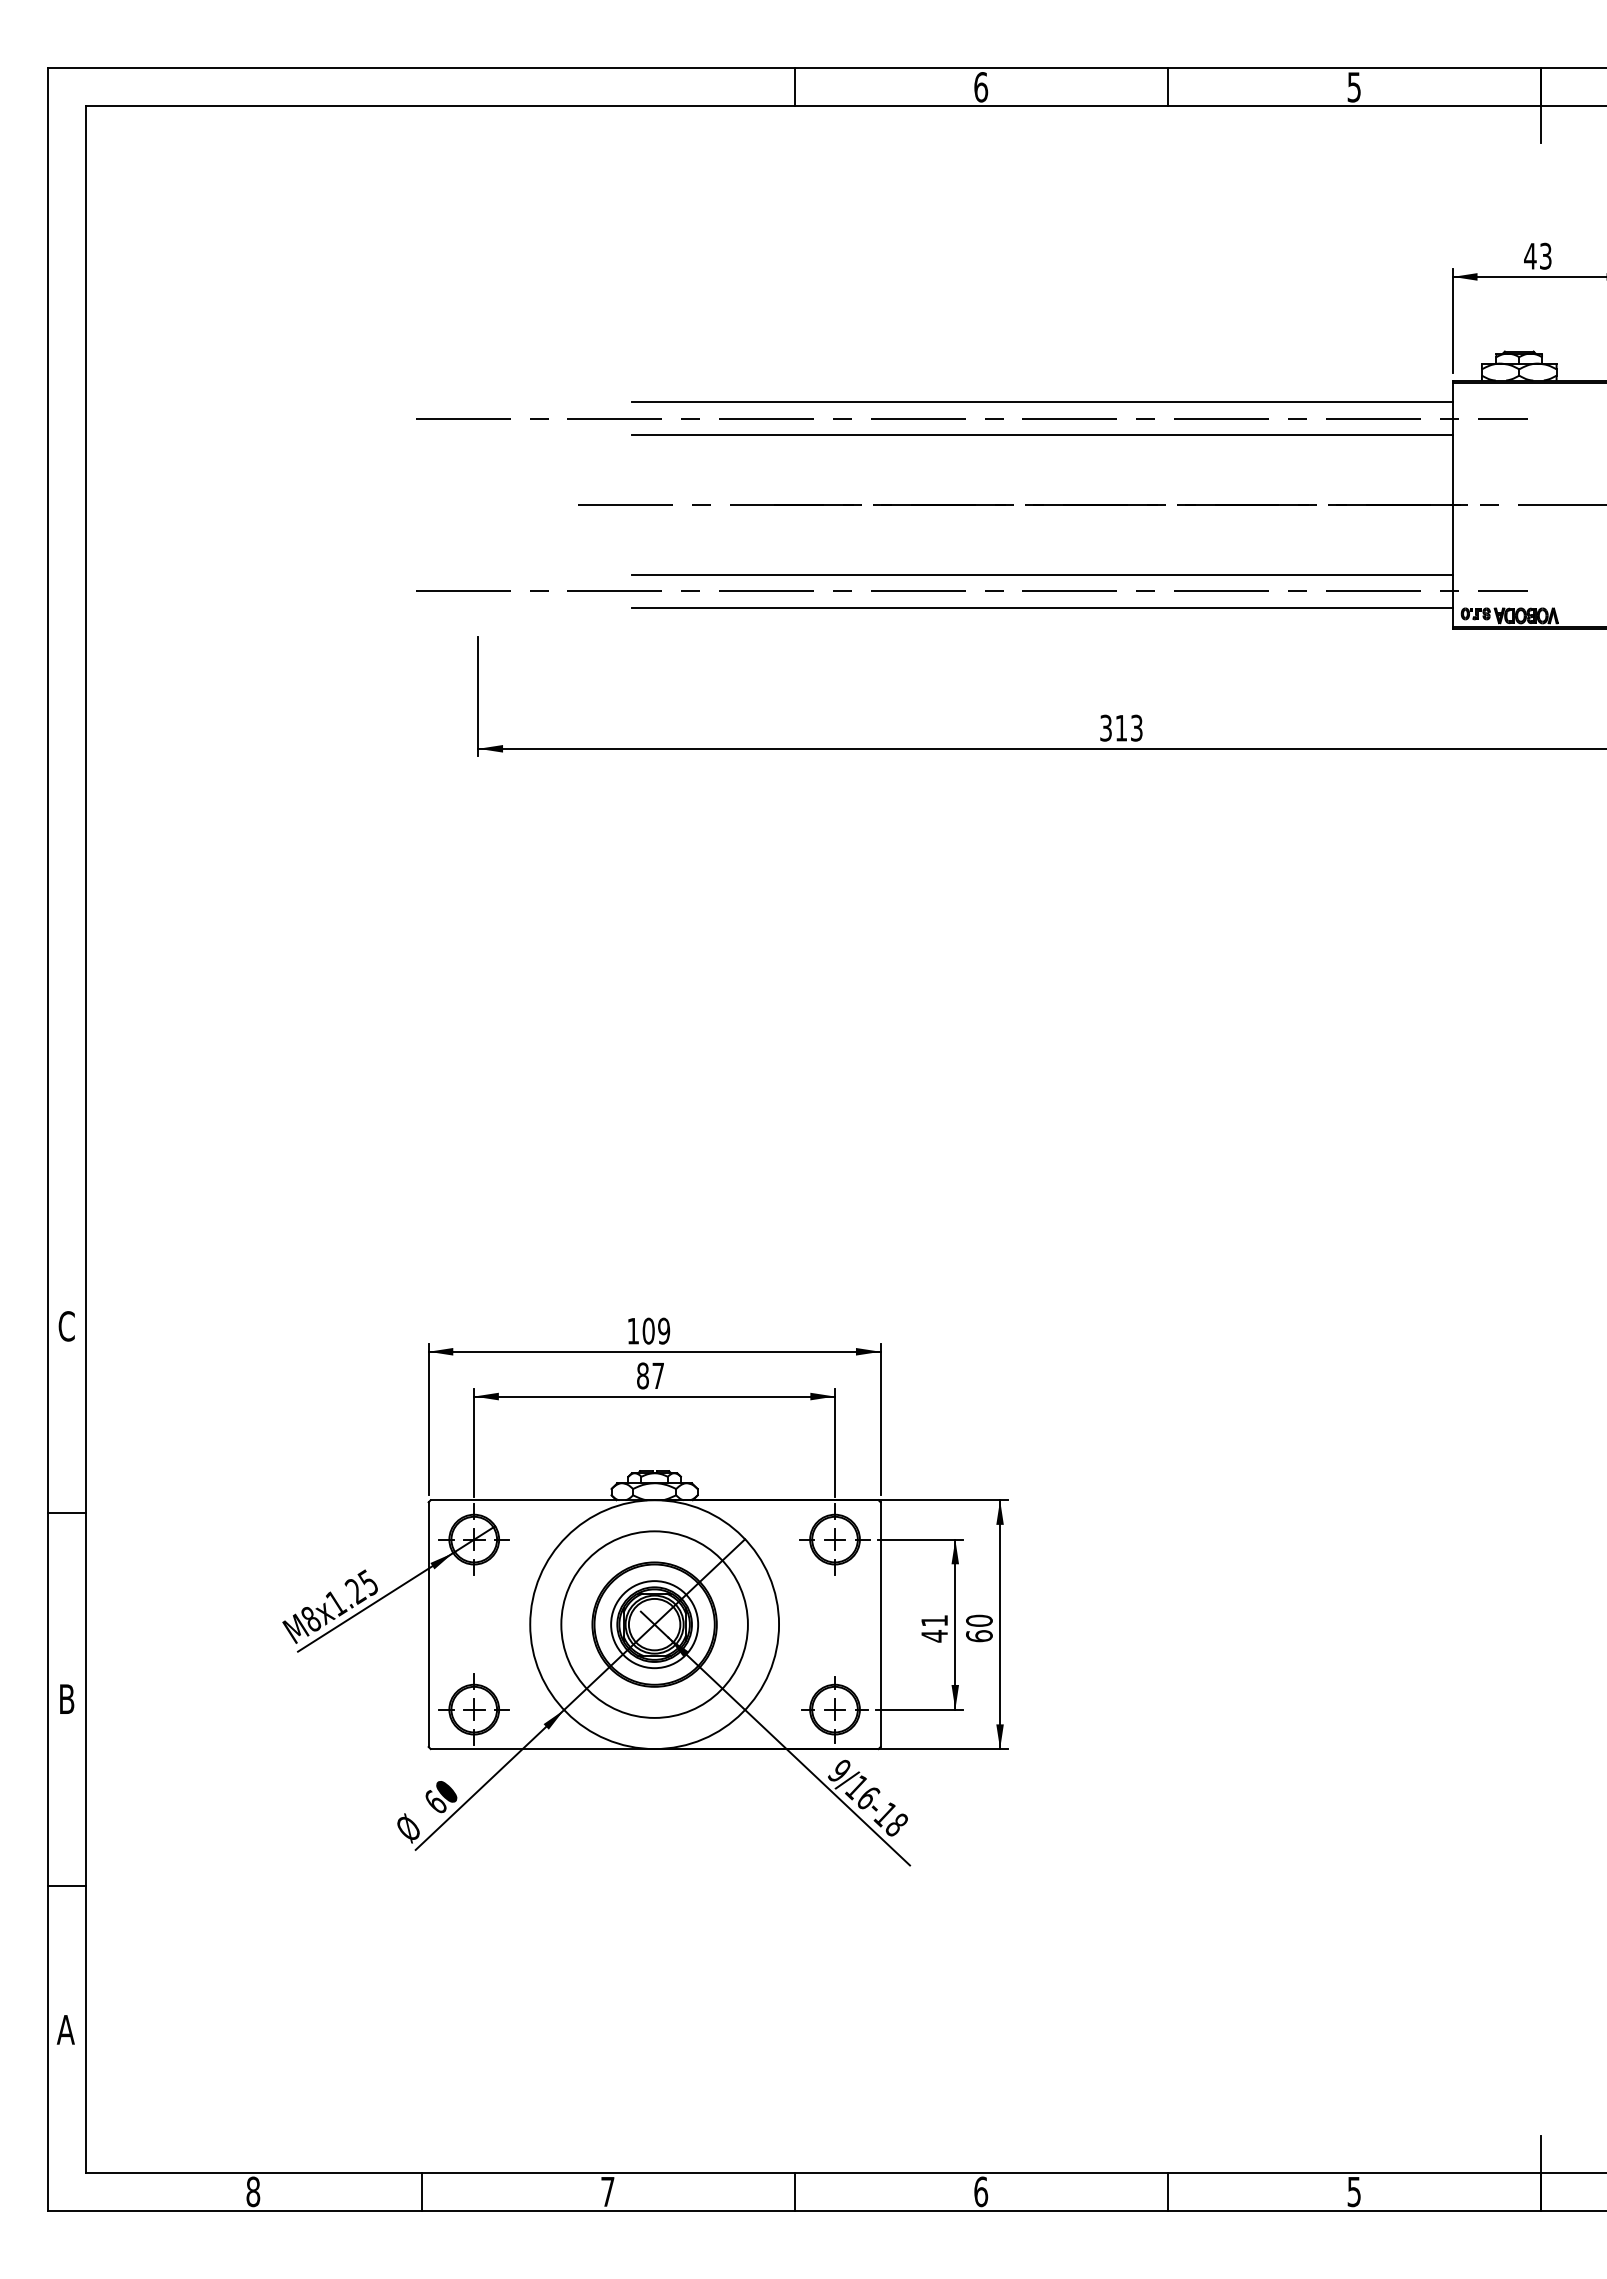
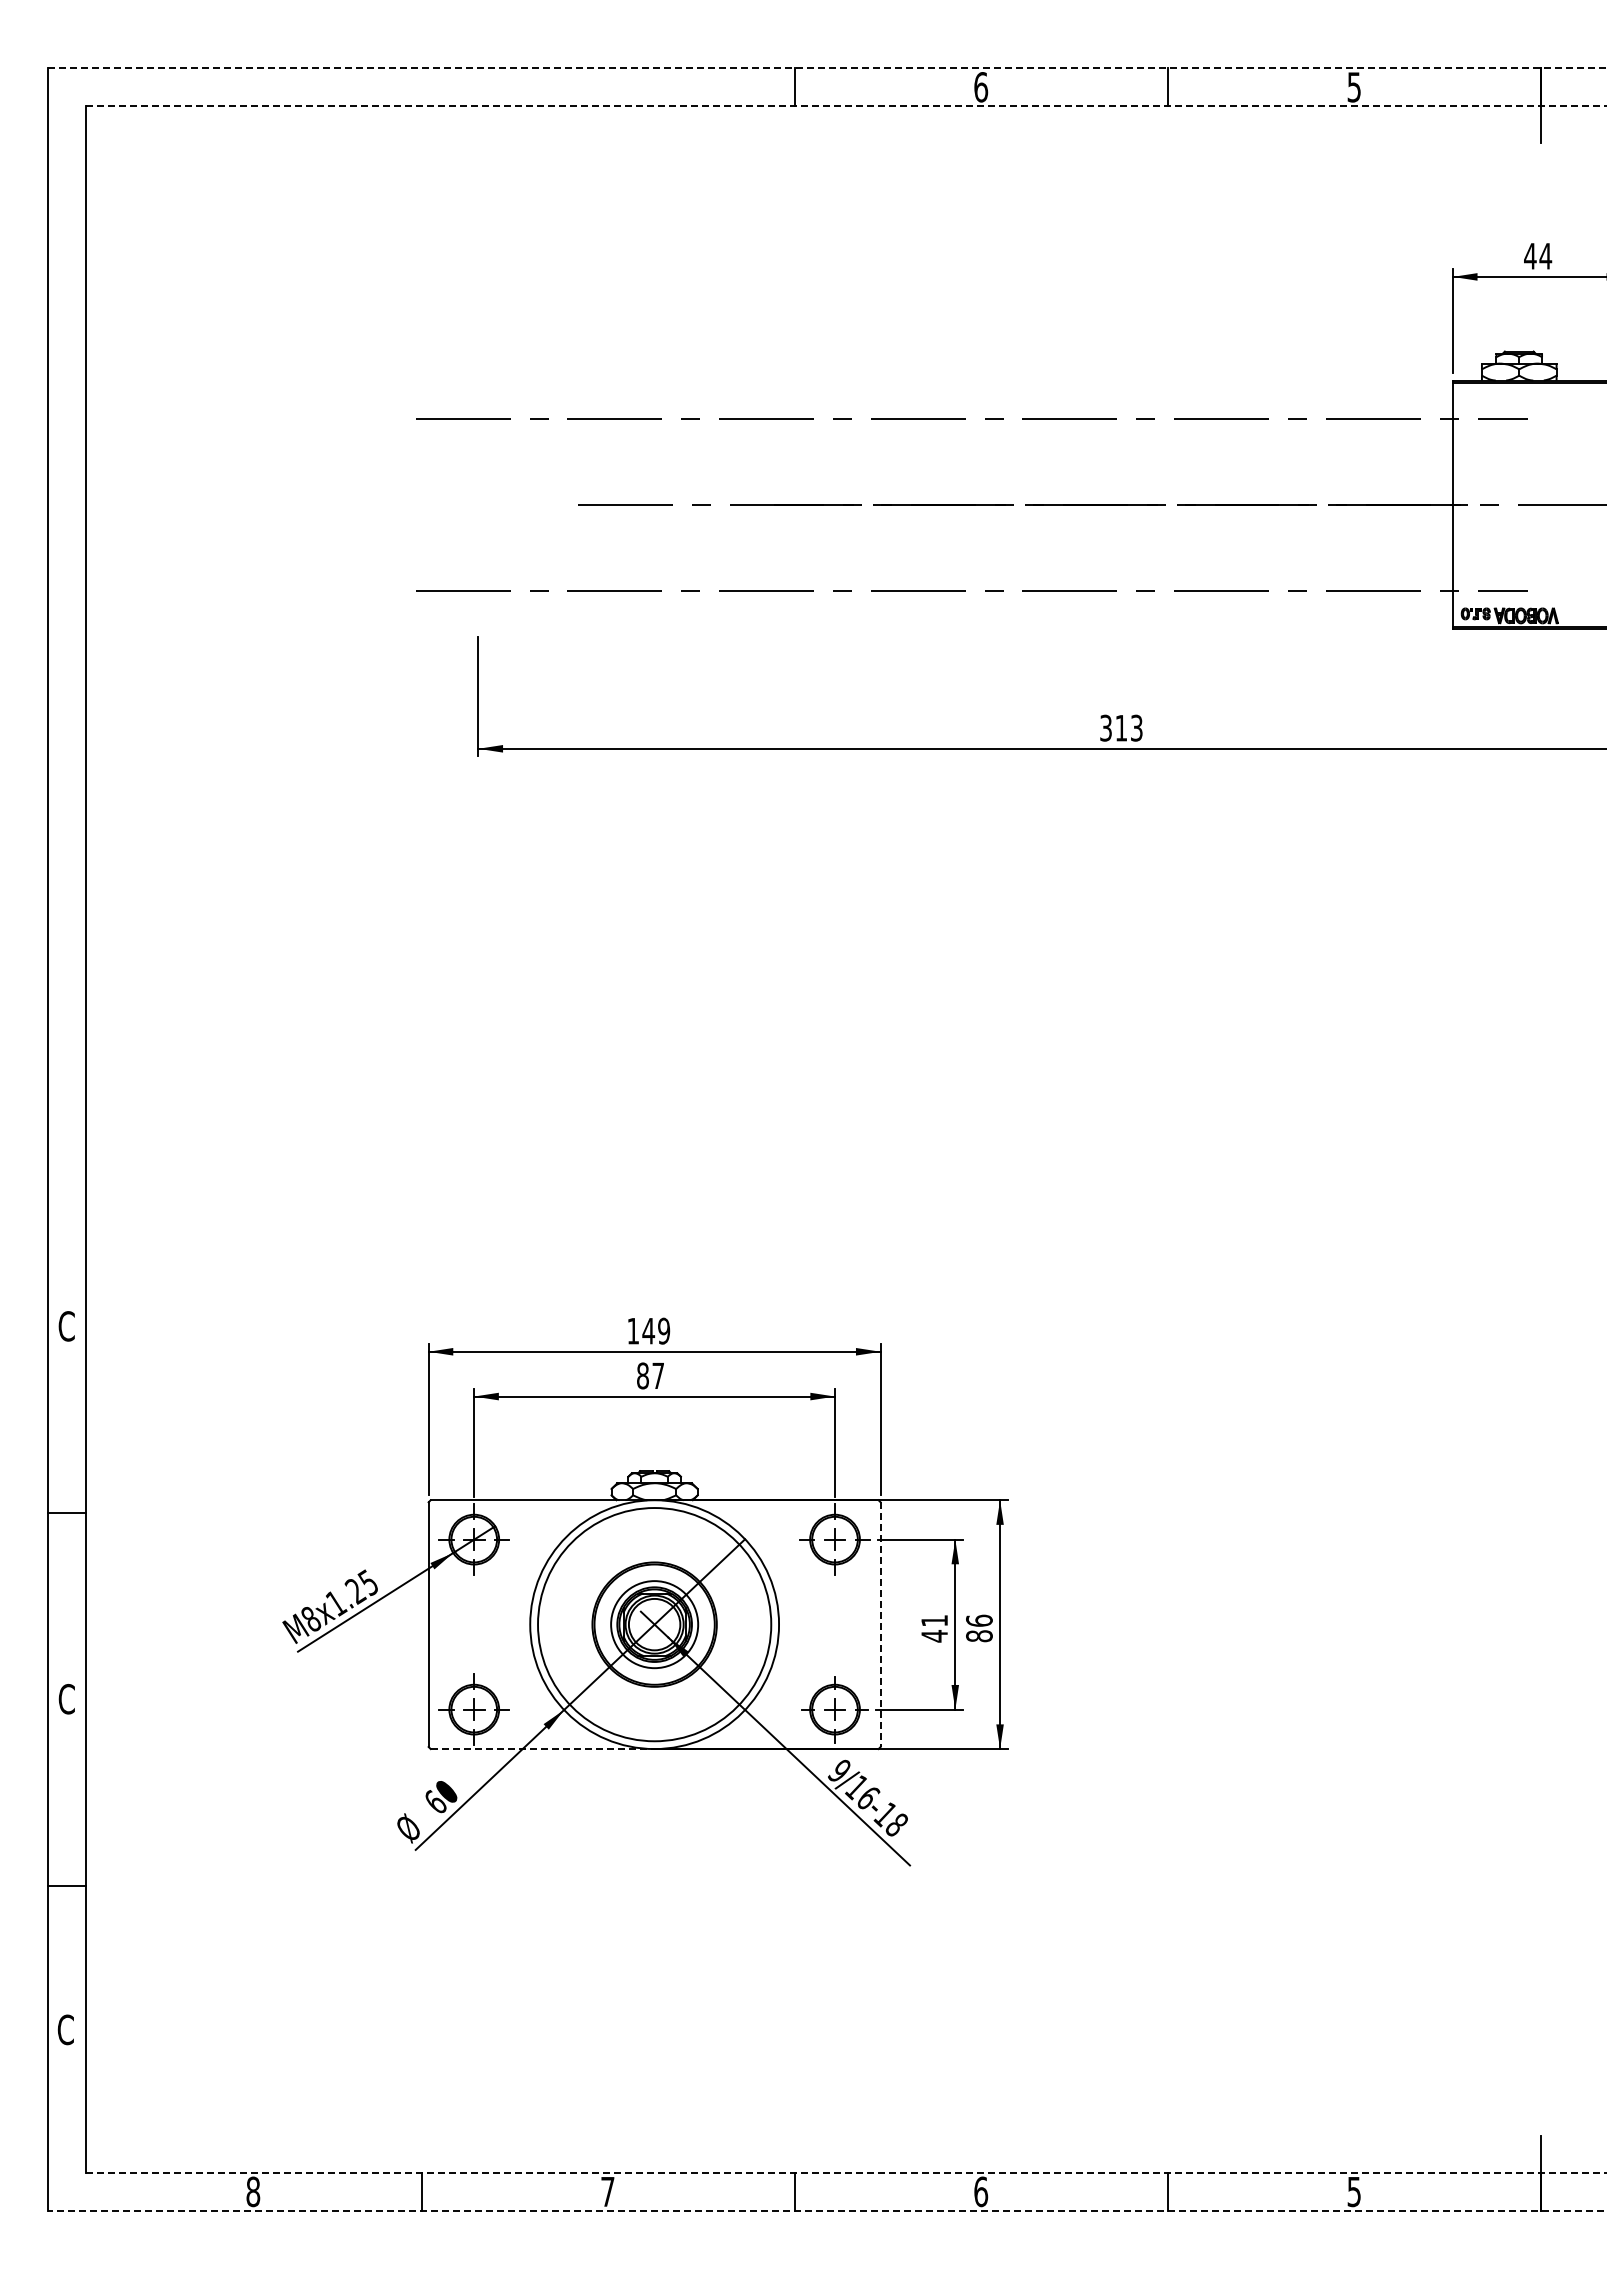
line at (827, 68): solid -> dashed
line at (846, 105): solid -> dashed
text at (1545, 255): 43 -> 44
line at (1041, 401): present -> none
line at (1041, 435): present -> none
line at (1041, 574): present -> none
line at (1041, 608): present -> none
text at (648, 1330): 109 -> 149
circle at (654, 1624) diameter: 187 px -> 233 px
line at (880, 1625): solid -> dashed
text at (979, 1628): 60 -> 86
text at (66, 1698): B -> C
line at (542, 1749): solid -> dashed
text at (65, 2029): A -> C
line at (845, 2173): solid -> dashed
line at (827, 2210): solid -> dashed
